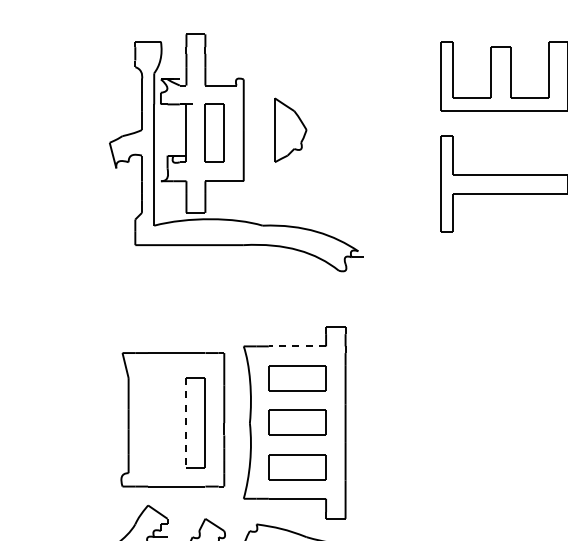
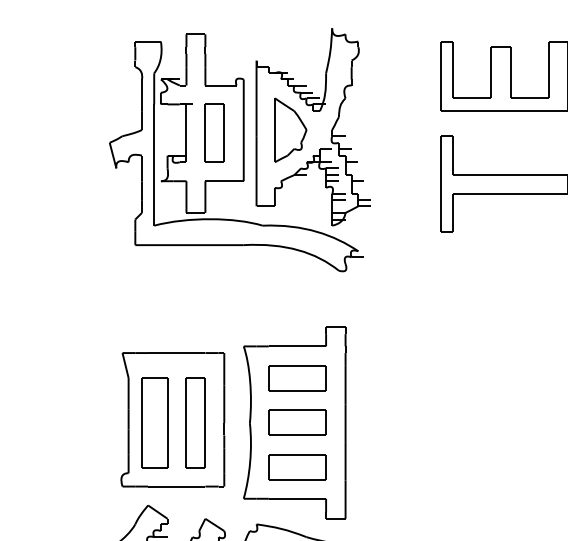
part at (312, 127): none -> present
line at (297, 346): dashed -> solid
part at (154, 422): none -> present
line at (186, 422): dashed -> solid
